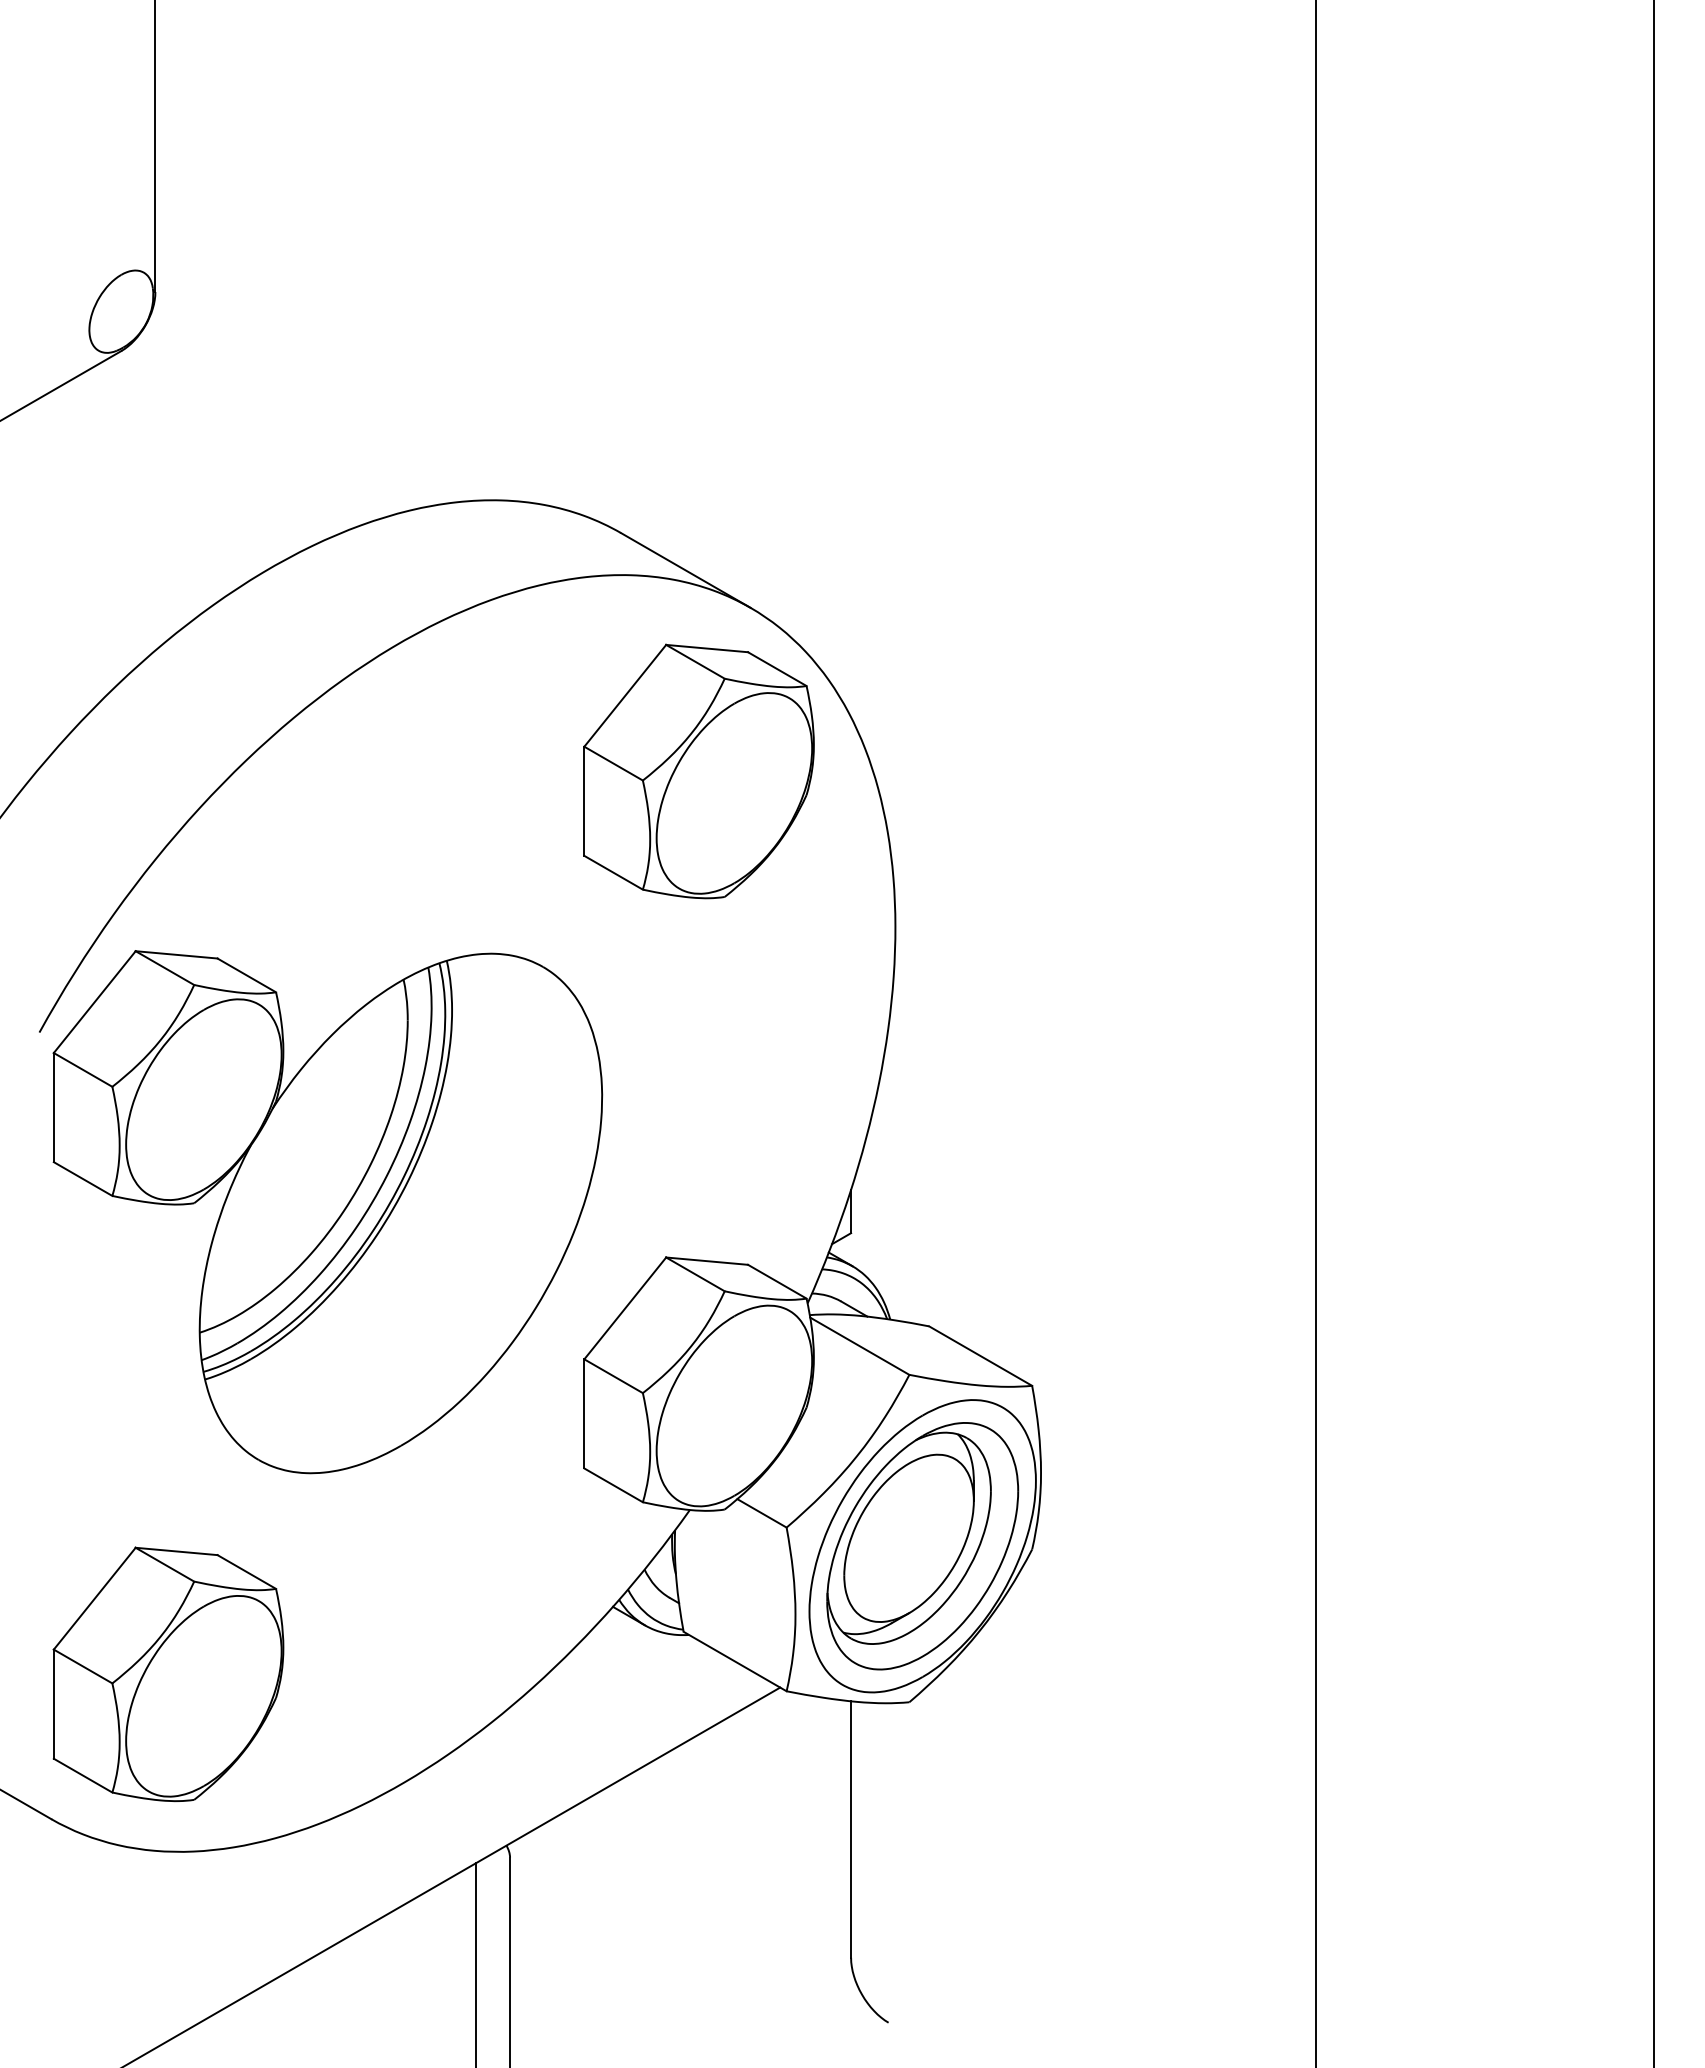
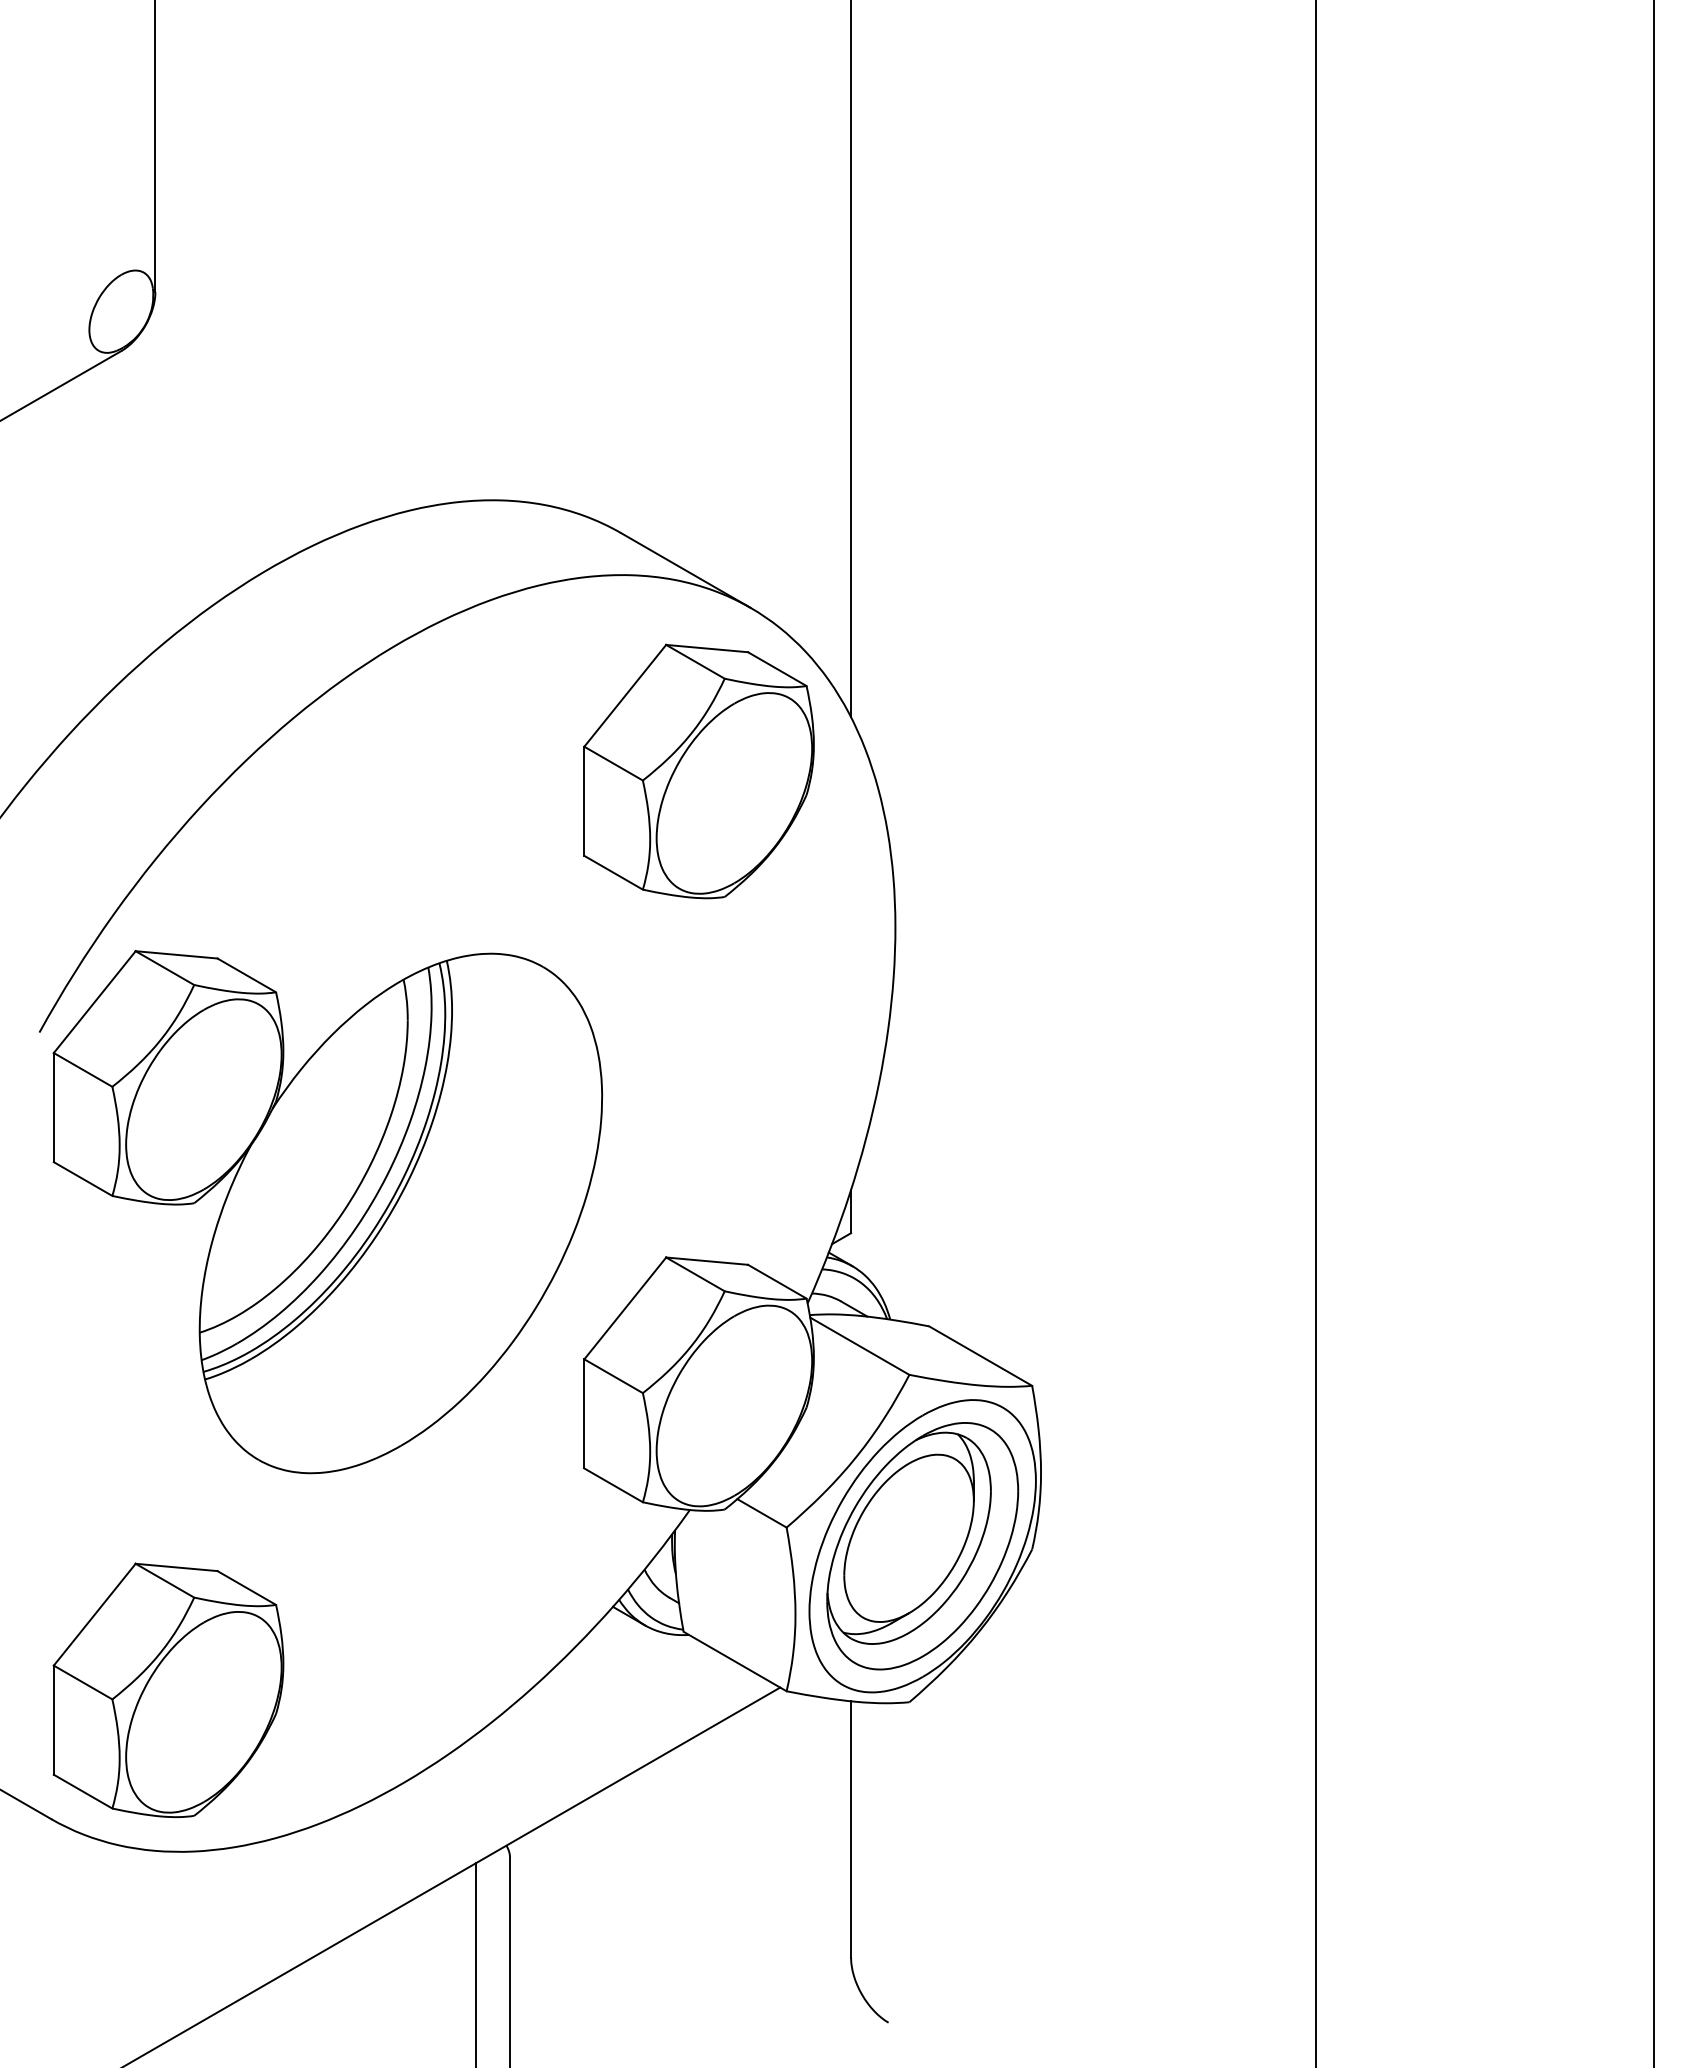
line at (851, 359): none -> present
part at (168, 1674) position: (168, 1674) -> (168, 1690)
